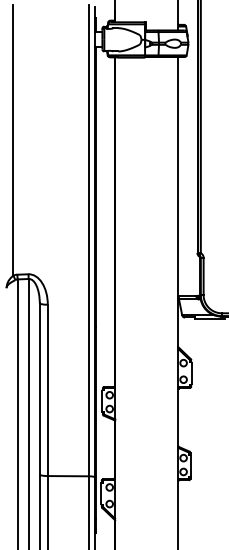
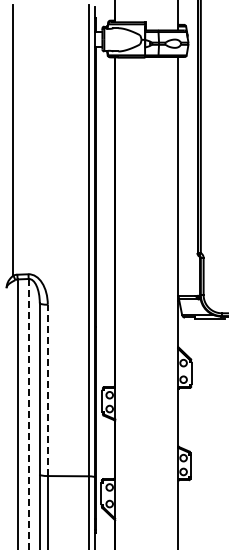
line at (47, 390): solid -> dashed
line at (28, 414): solid -> dashed
